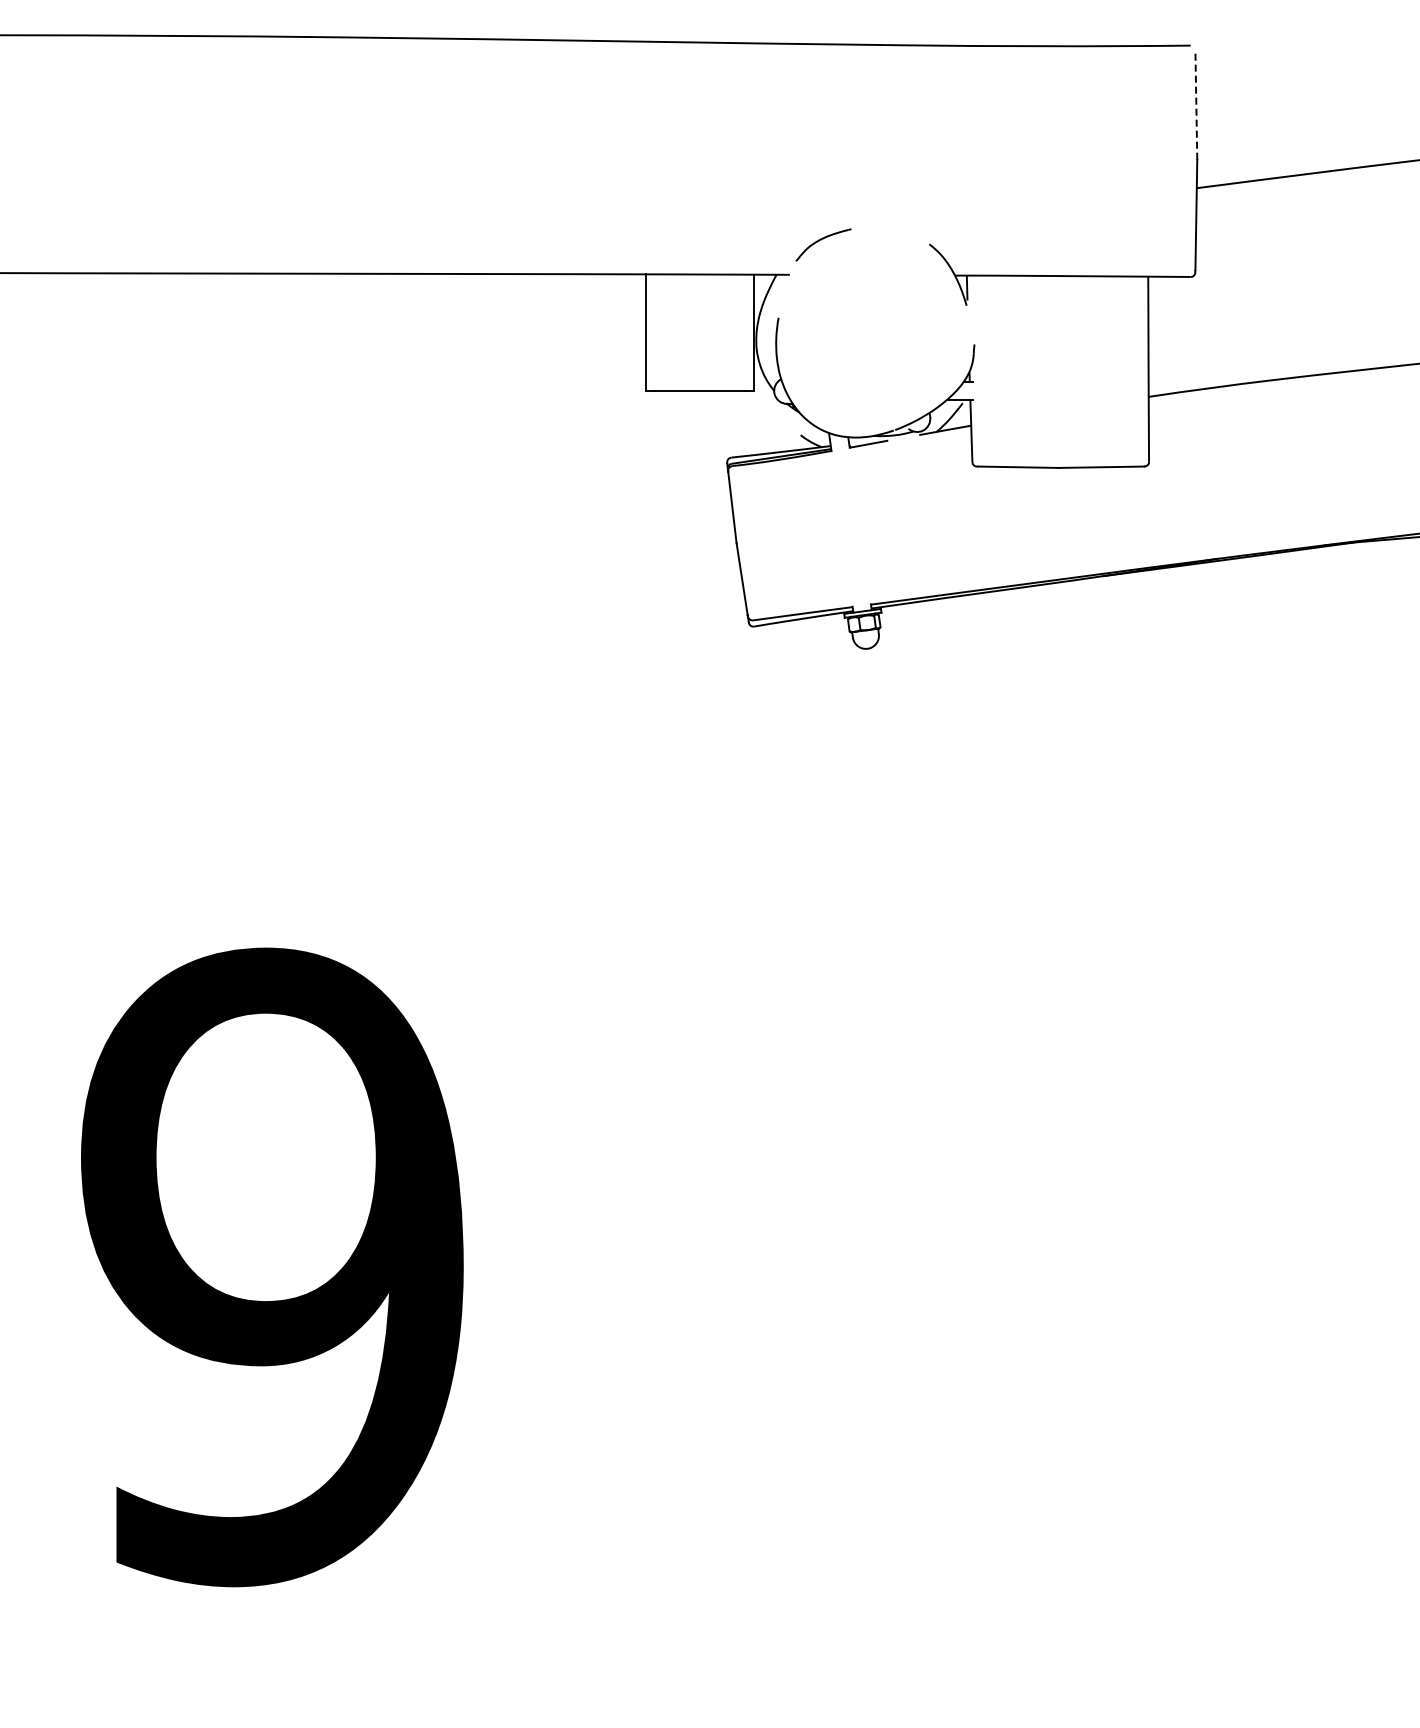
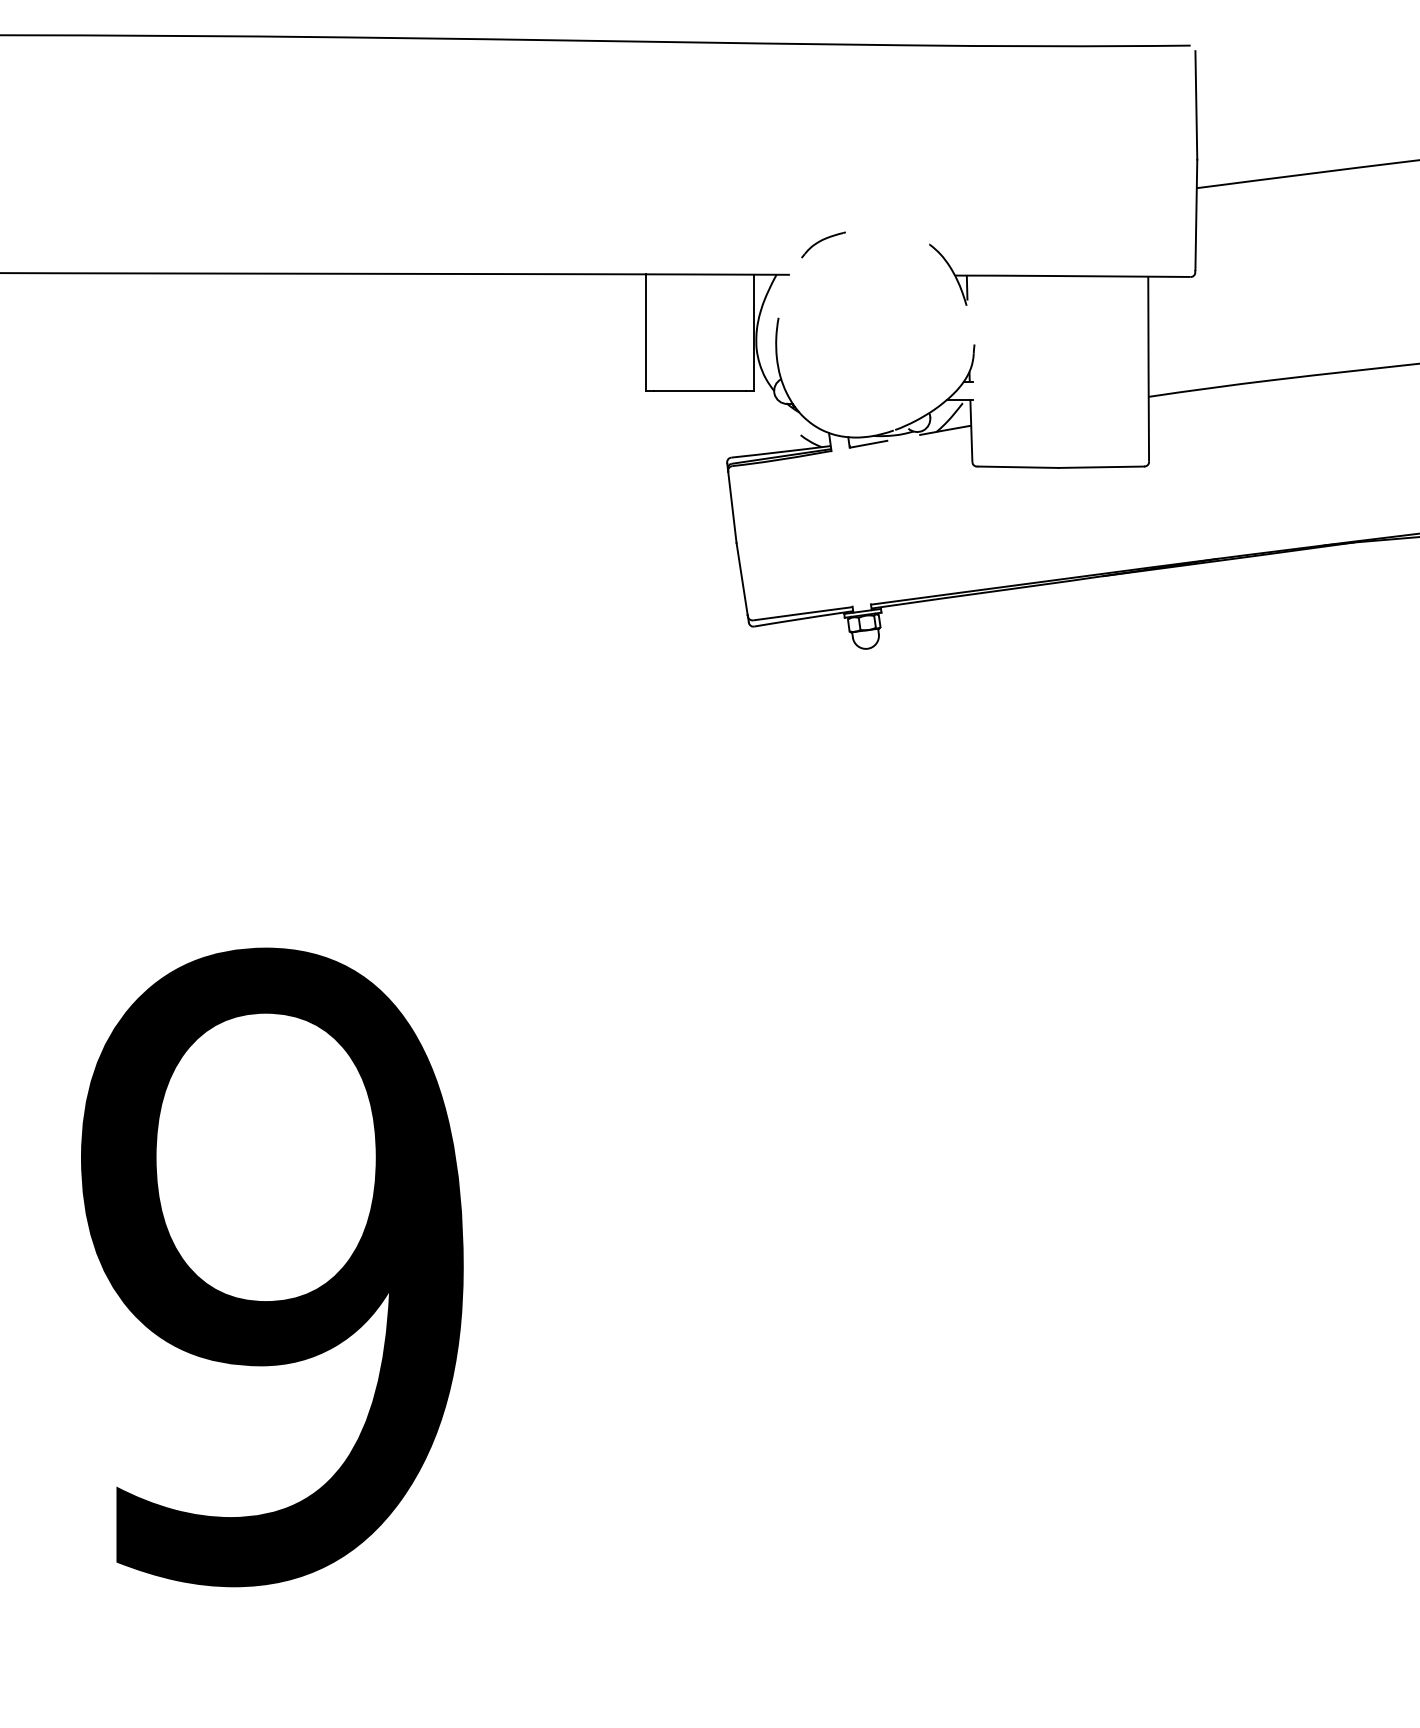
line at (1196, 104): dashed -> solid
part at (823, 244) size: 57x34 px -> 45x28 px
